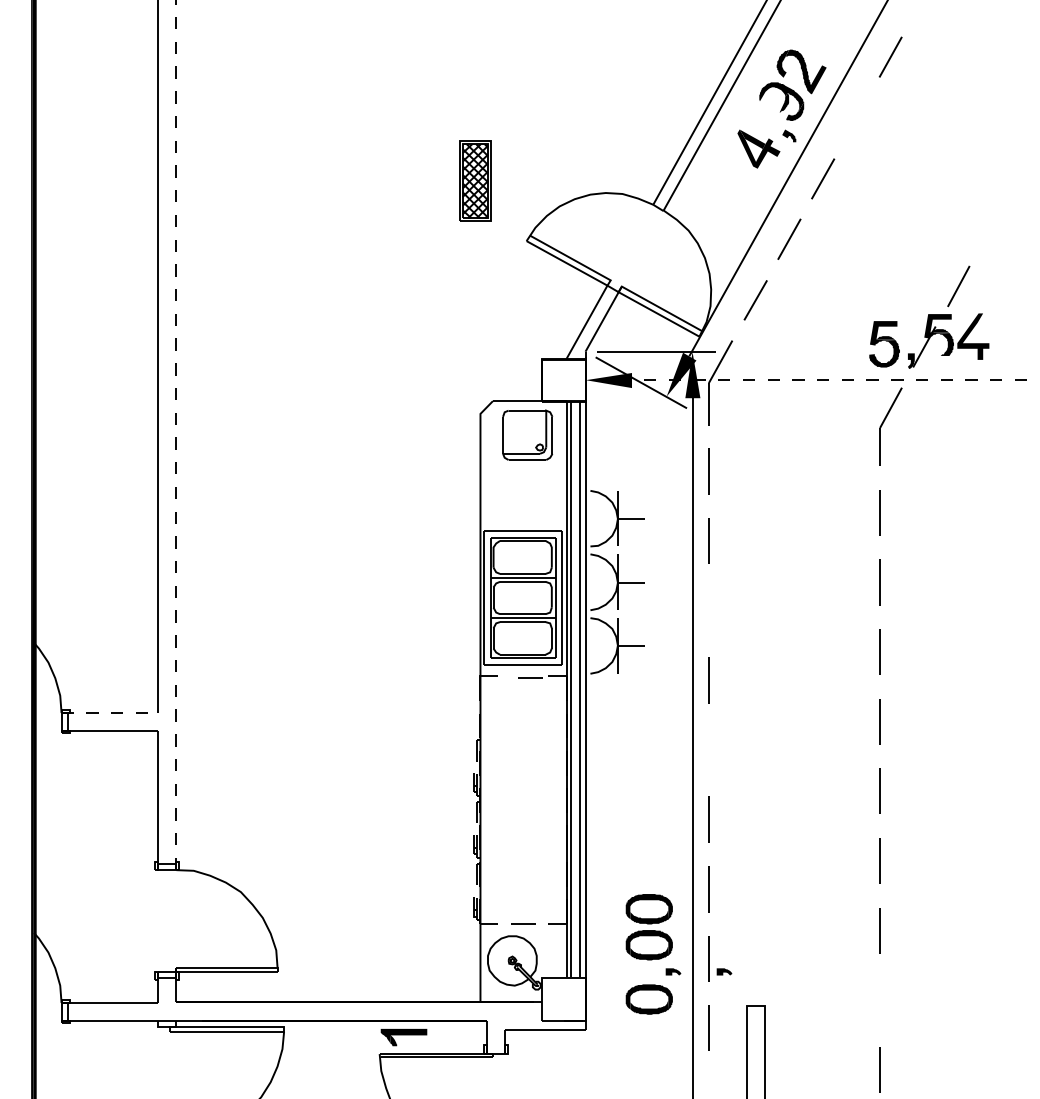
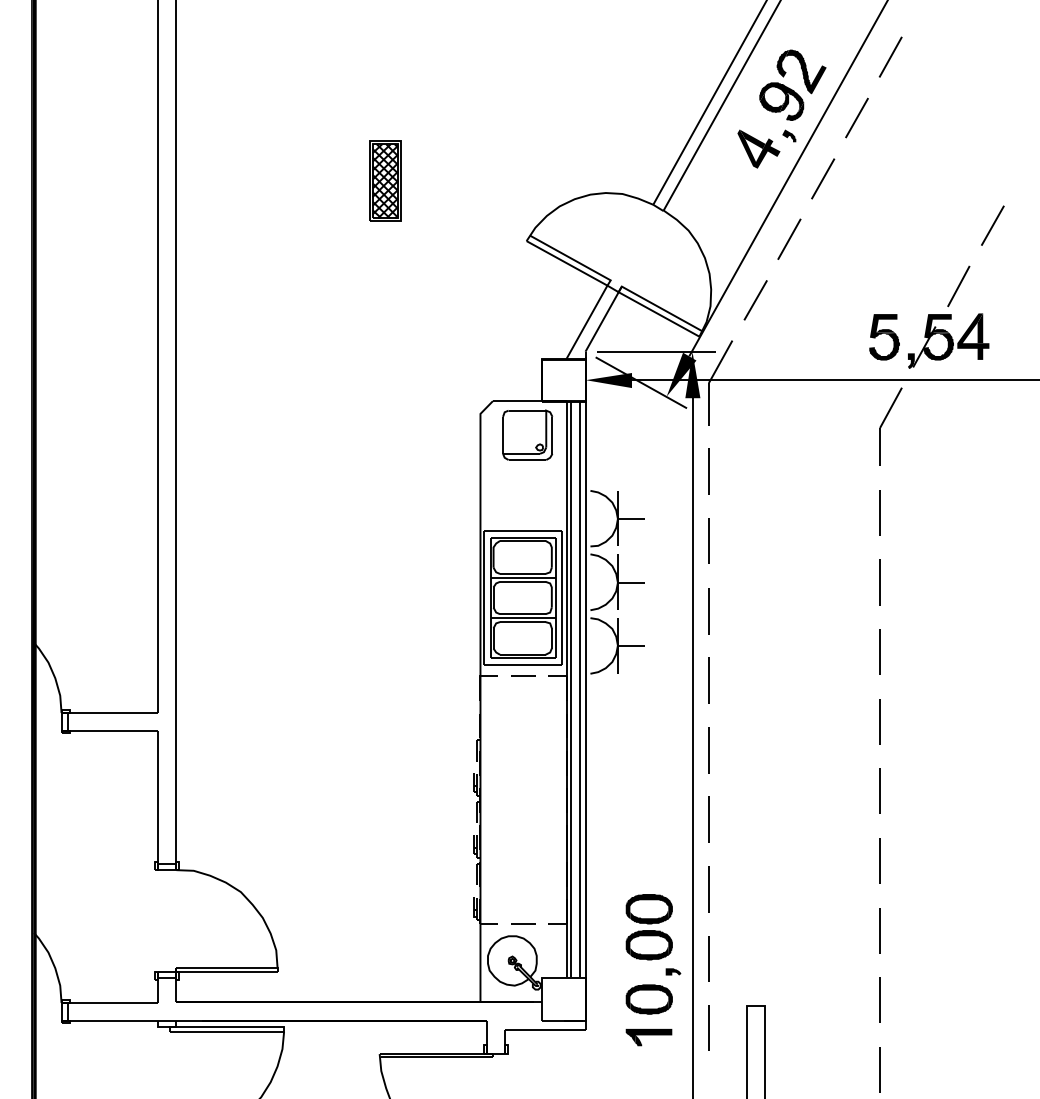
fill at (771, 102): none -> present
line at (856, 117): none -> present
part at (475, 180) position: (475, 180) -> (385, 180)
line at (992, 225): none -> present
fill at (980, 328): none -> present
part at (884, 344) position: (884, 344) -> (884, 337)
fill at (935, 353): none -> present
line at (835, 379): dashed -> solid
line at (176, 435): dashed -> solid
line at (708, 611): none -> present
line at (530, 677) position: (530, 677) -> (523, 675)
line at (110, 713): dashed -> solid
line at (708, 750): none -> present
part at (724, 971): present -> none
line at (879, 999): none -> present
part at (403, 1037) position: (403, 1037) -> (648, 1037)
